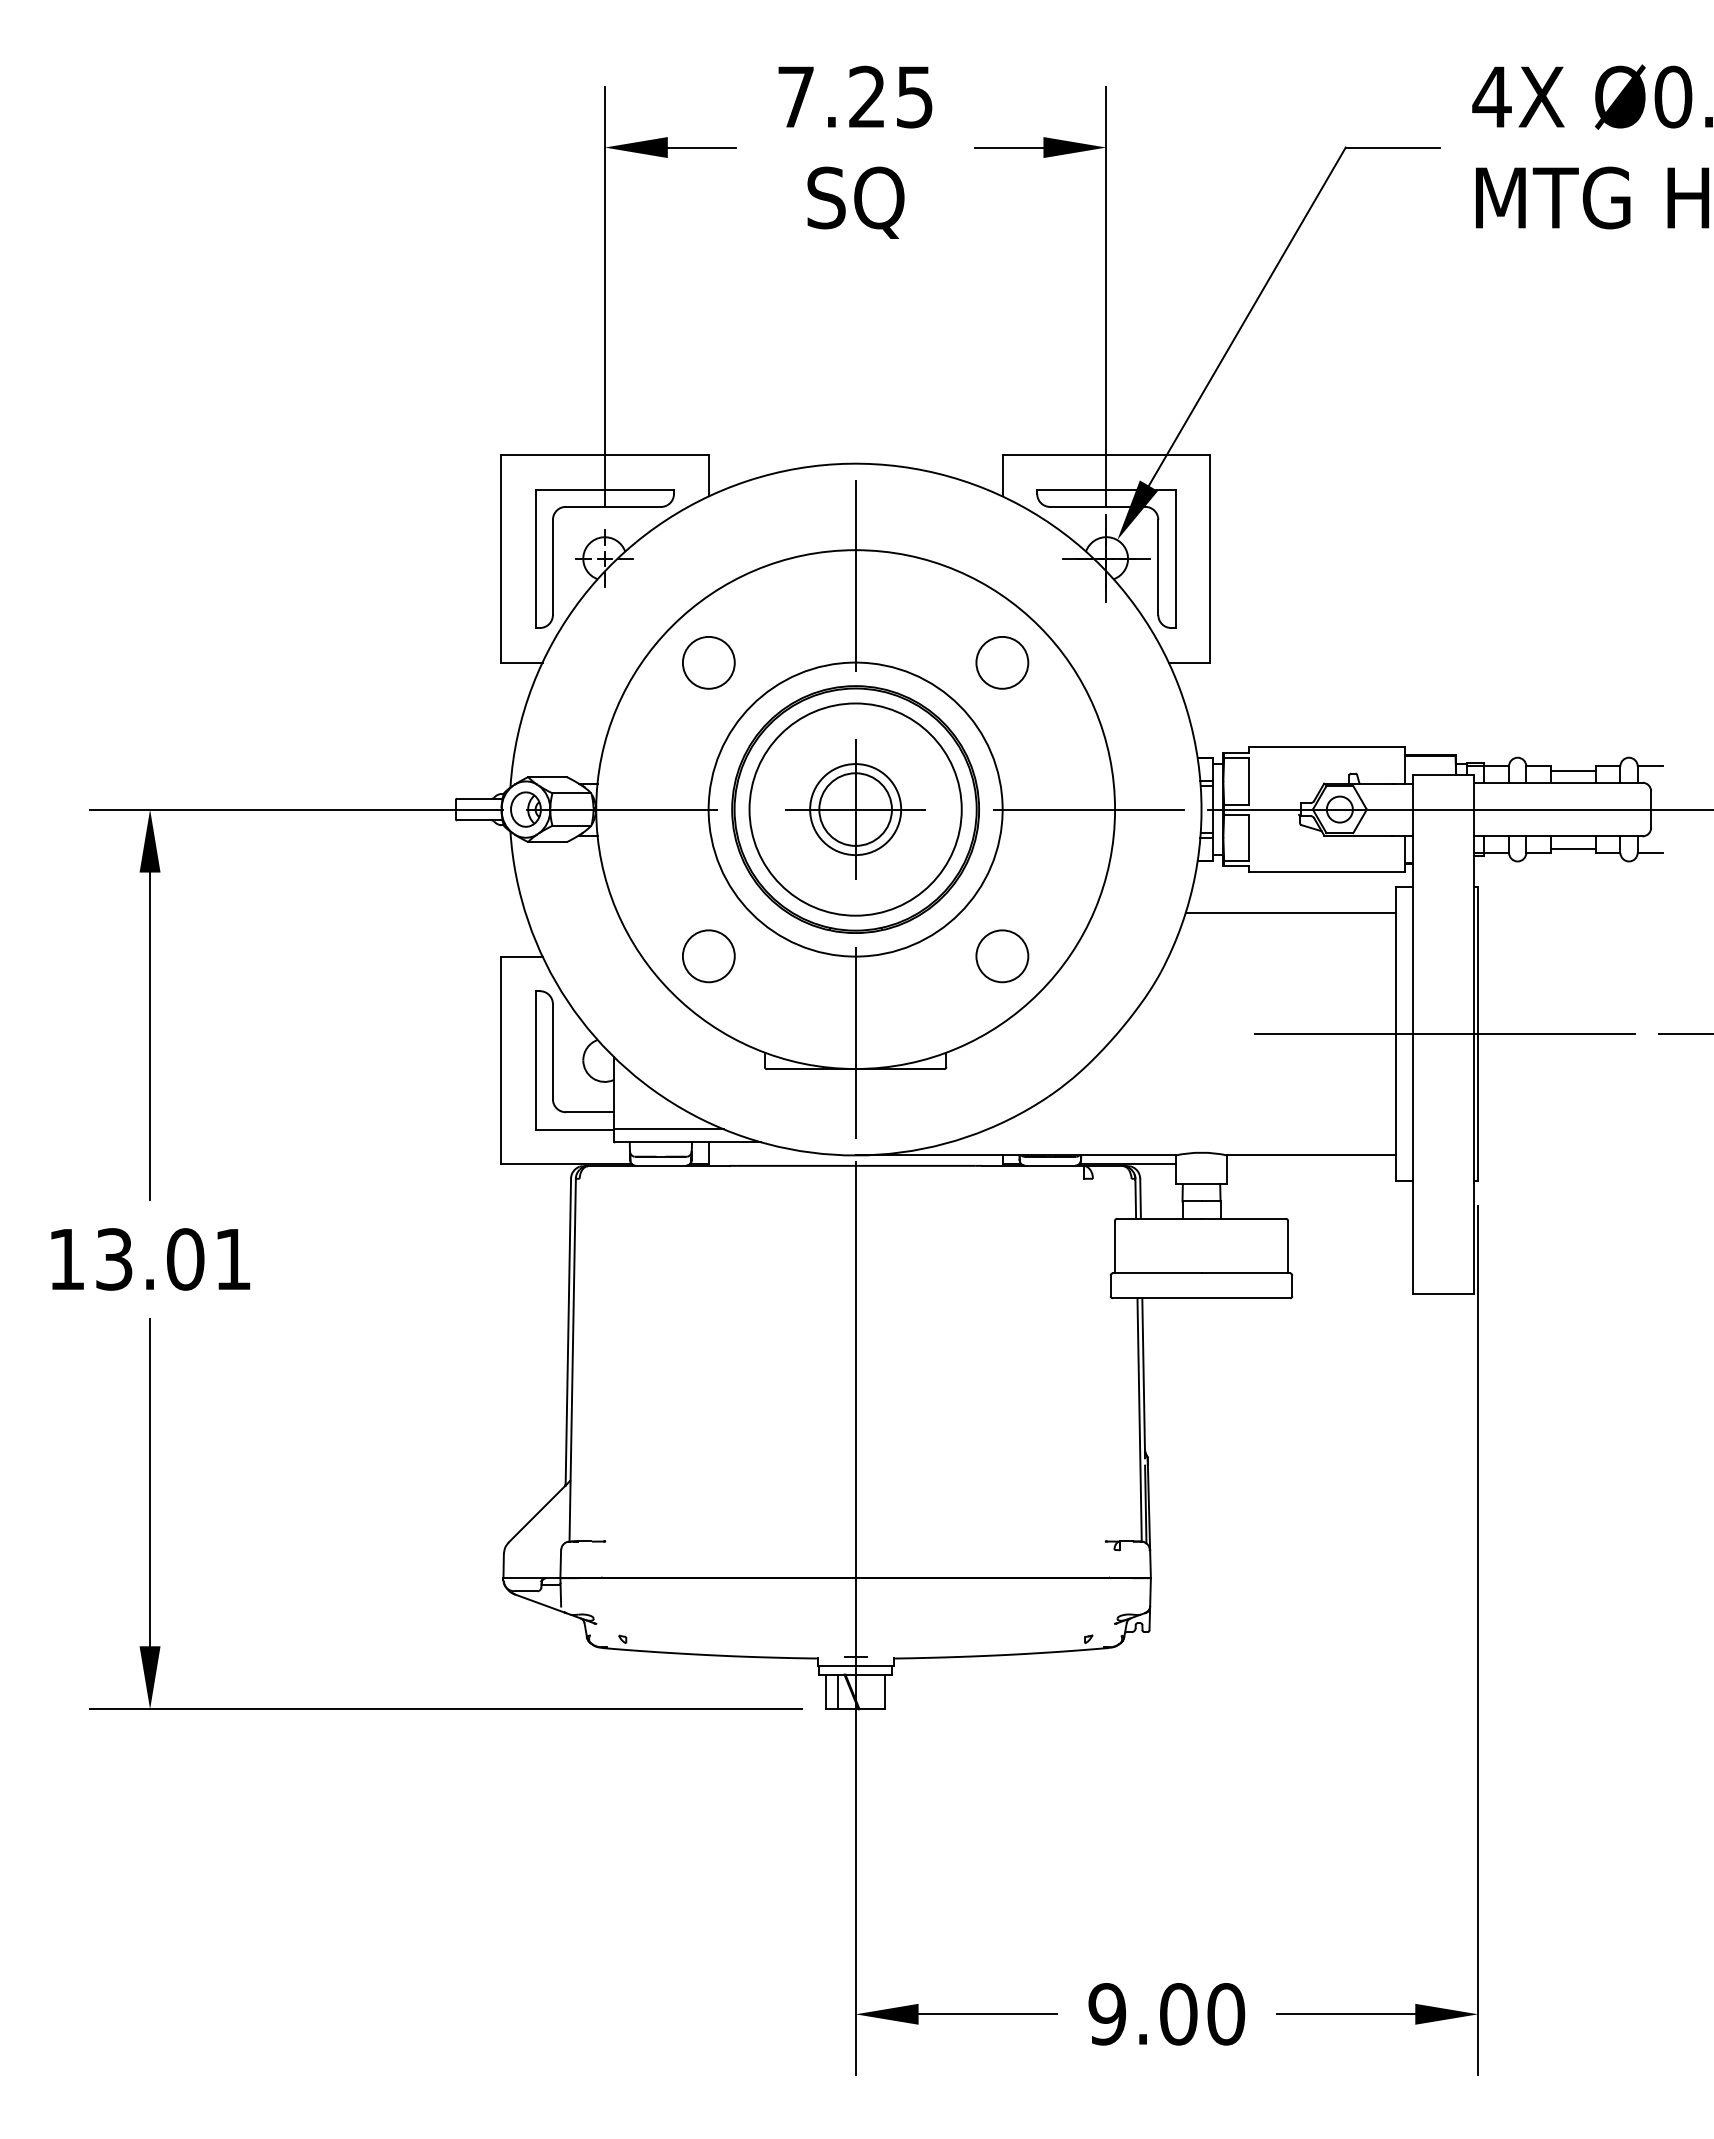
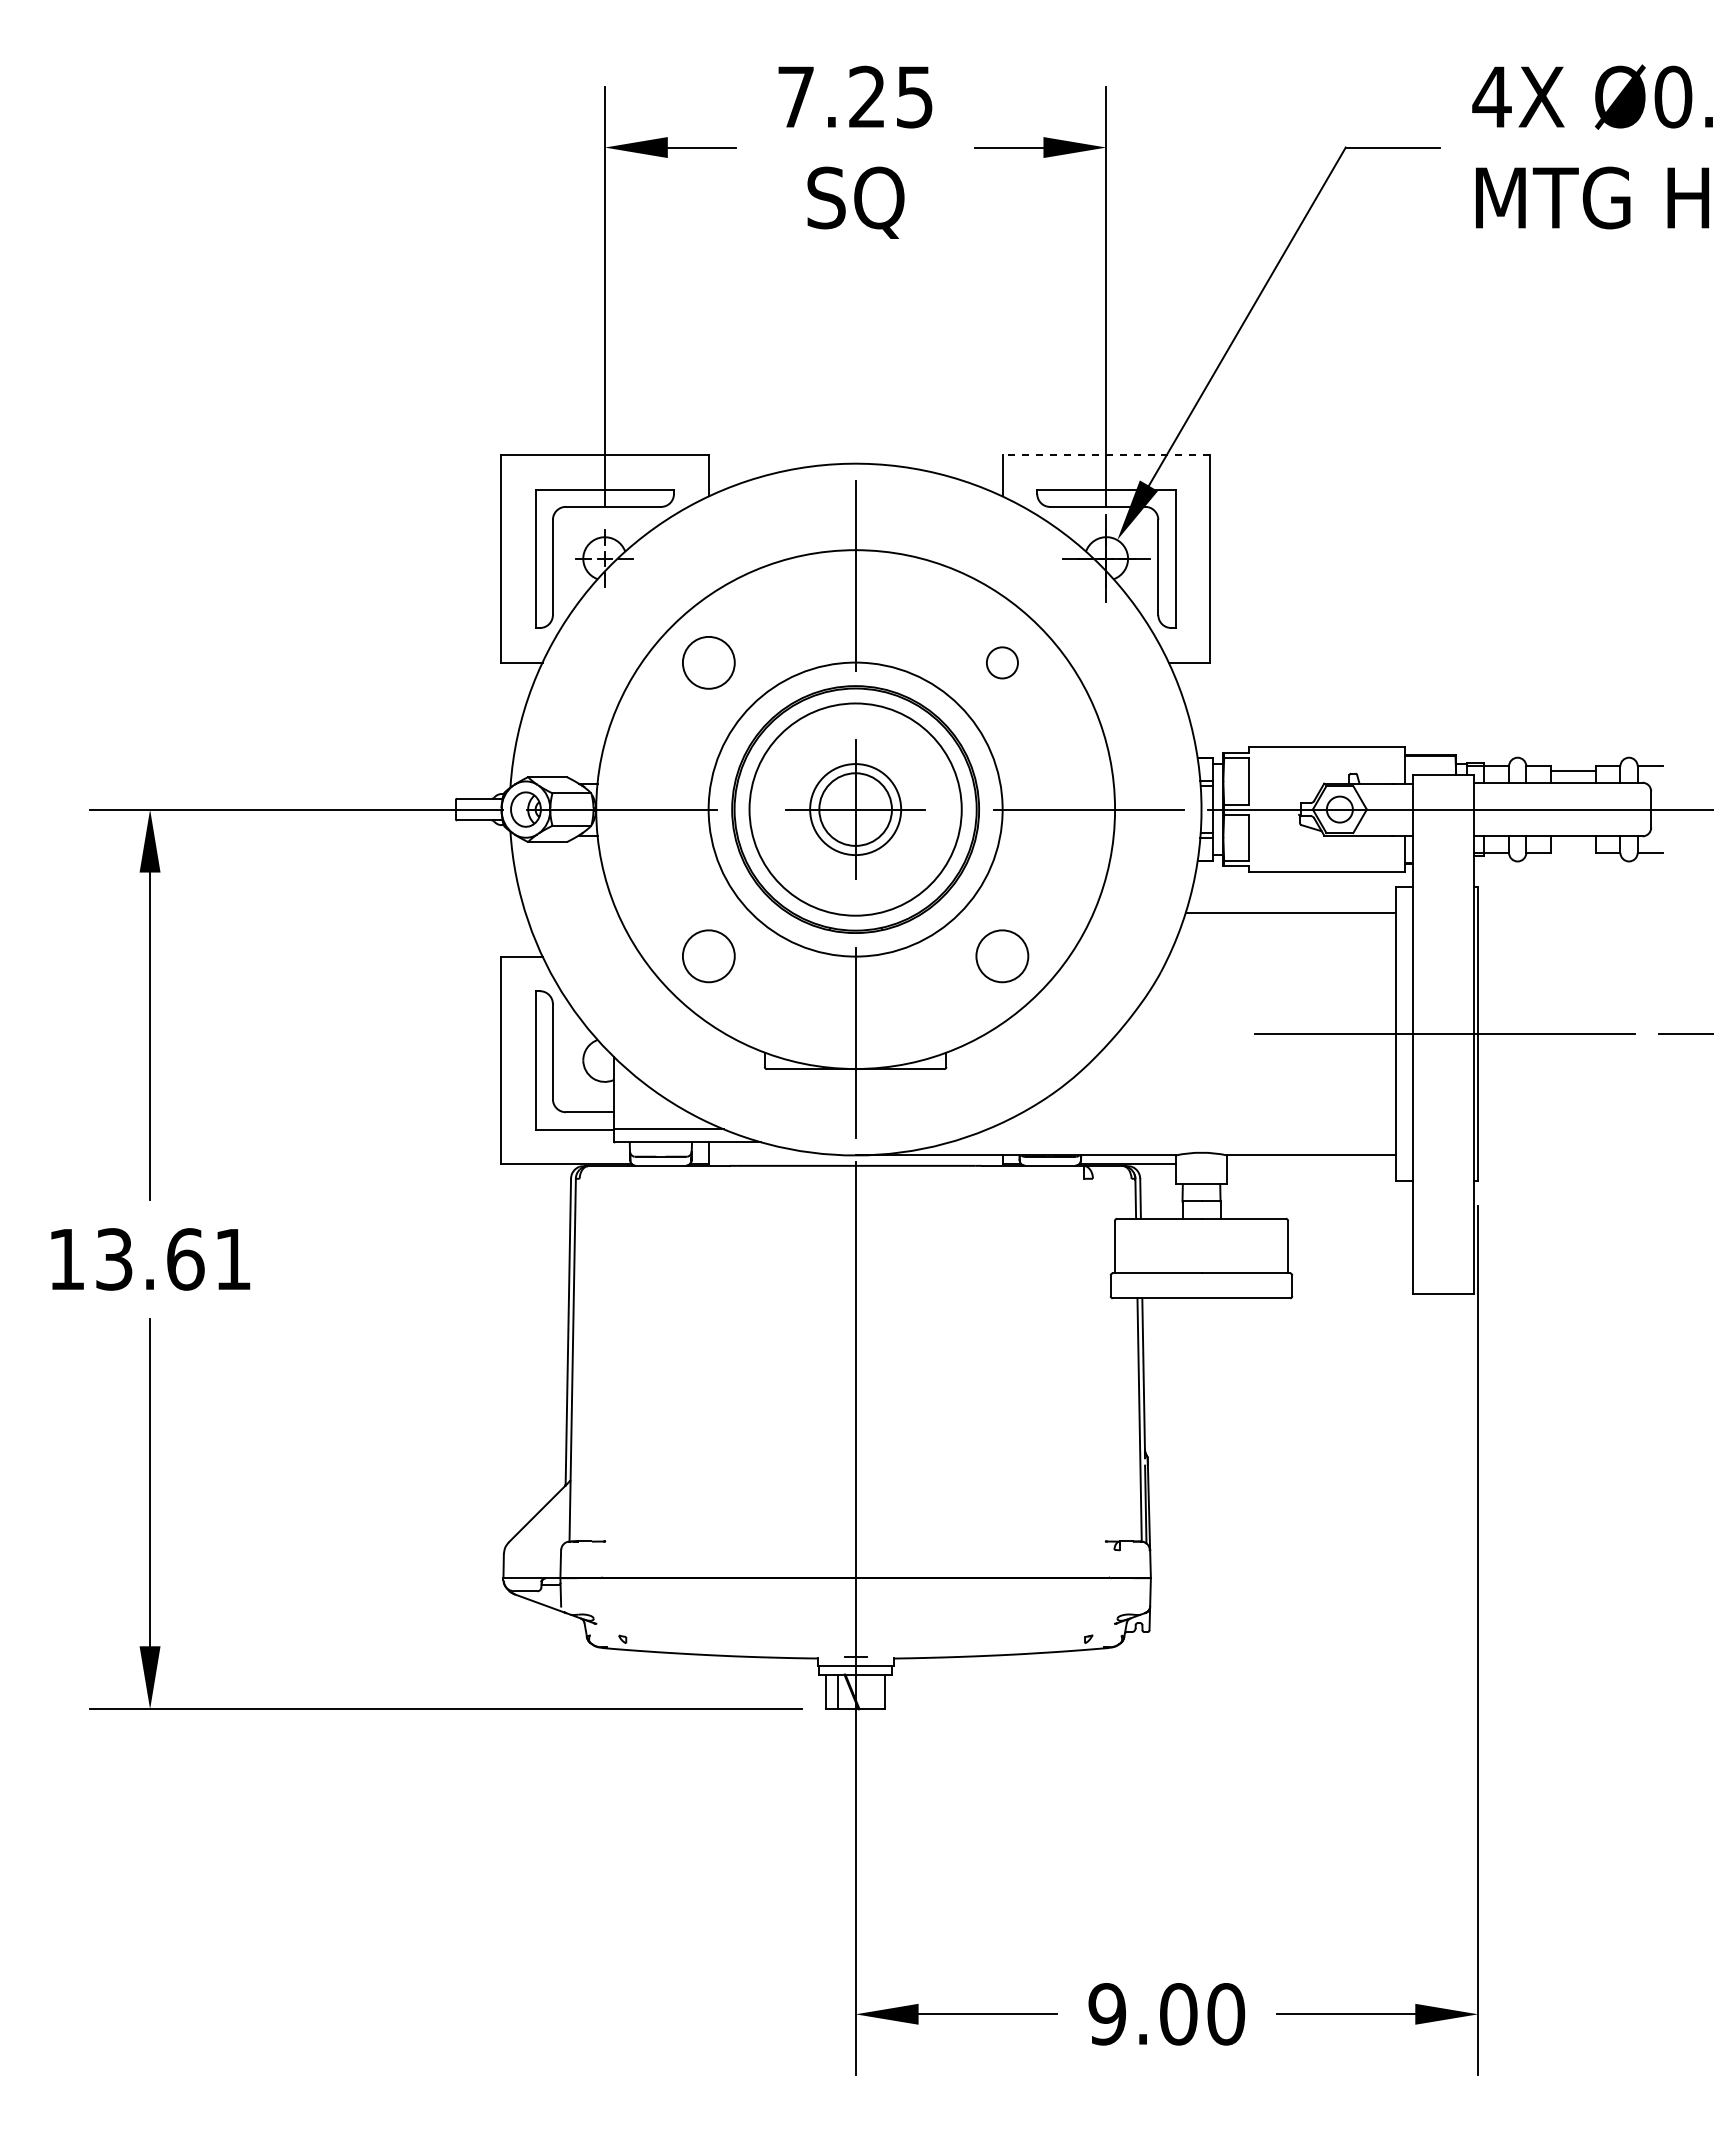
line at (1106, 455): solid -> dashed
circle at (1002, 662) size: 55x54 px -> 33x34 px
line at (1573, 848): present -> none
text at (185, 1259): 13.01 -> 13.61
